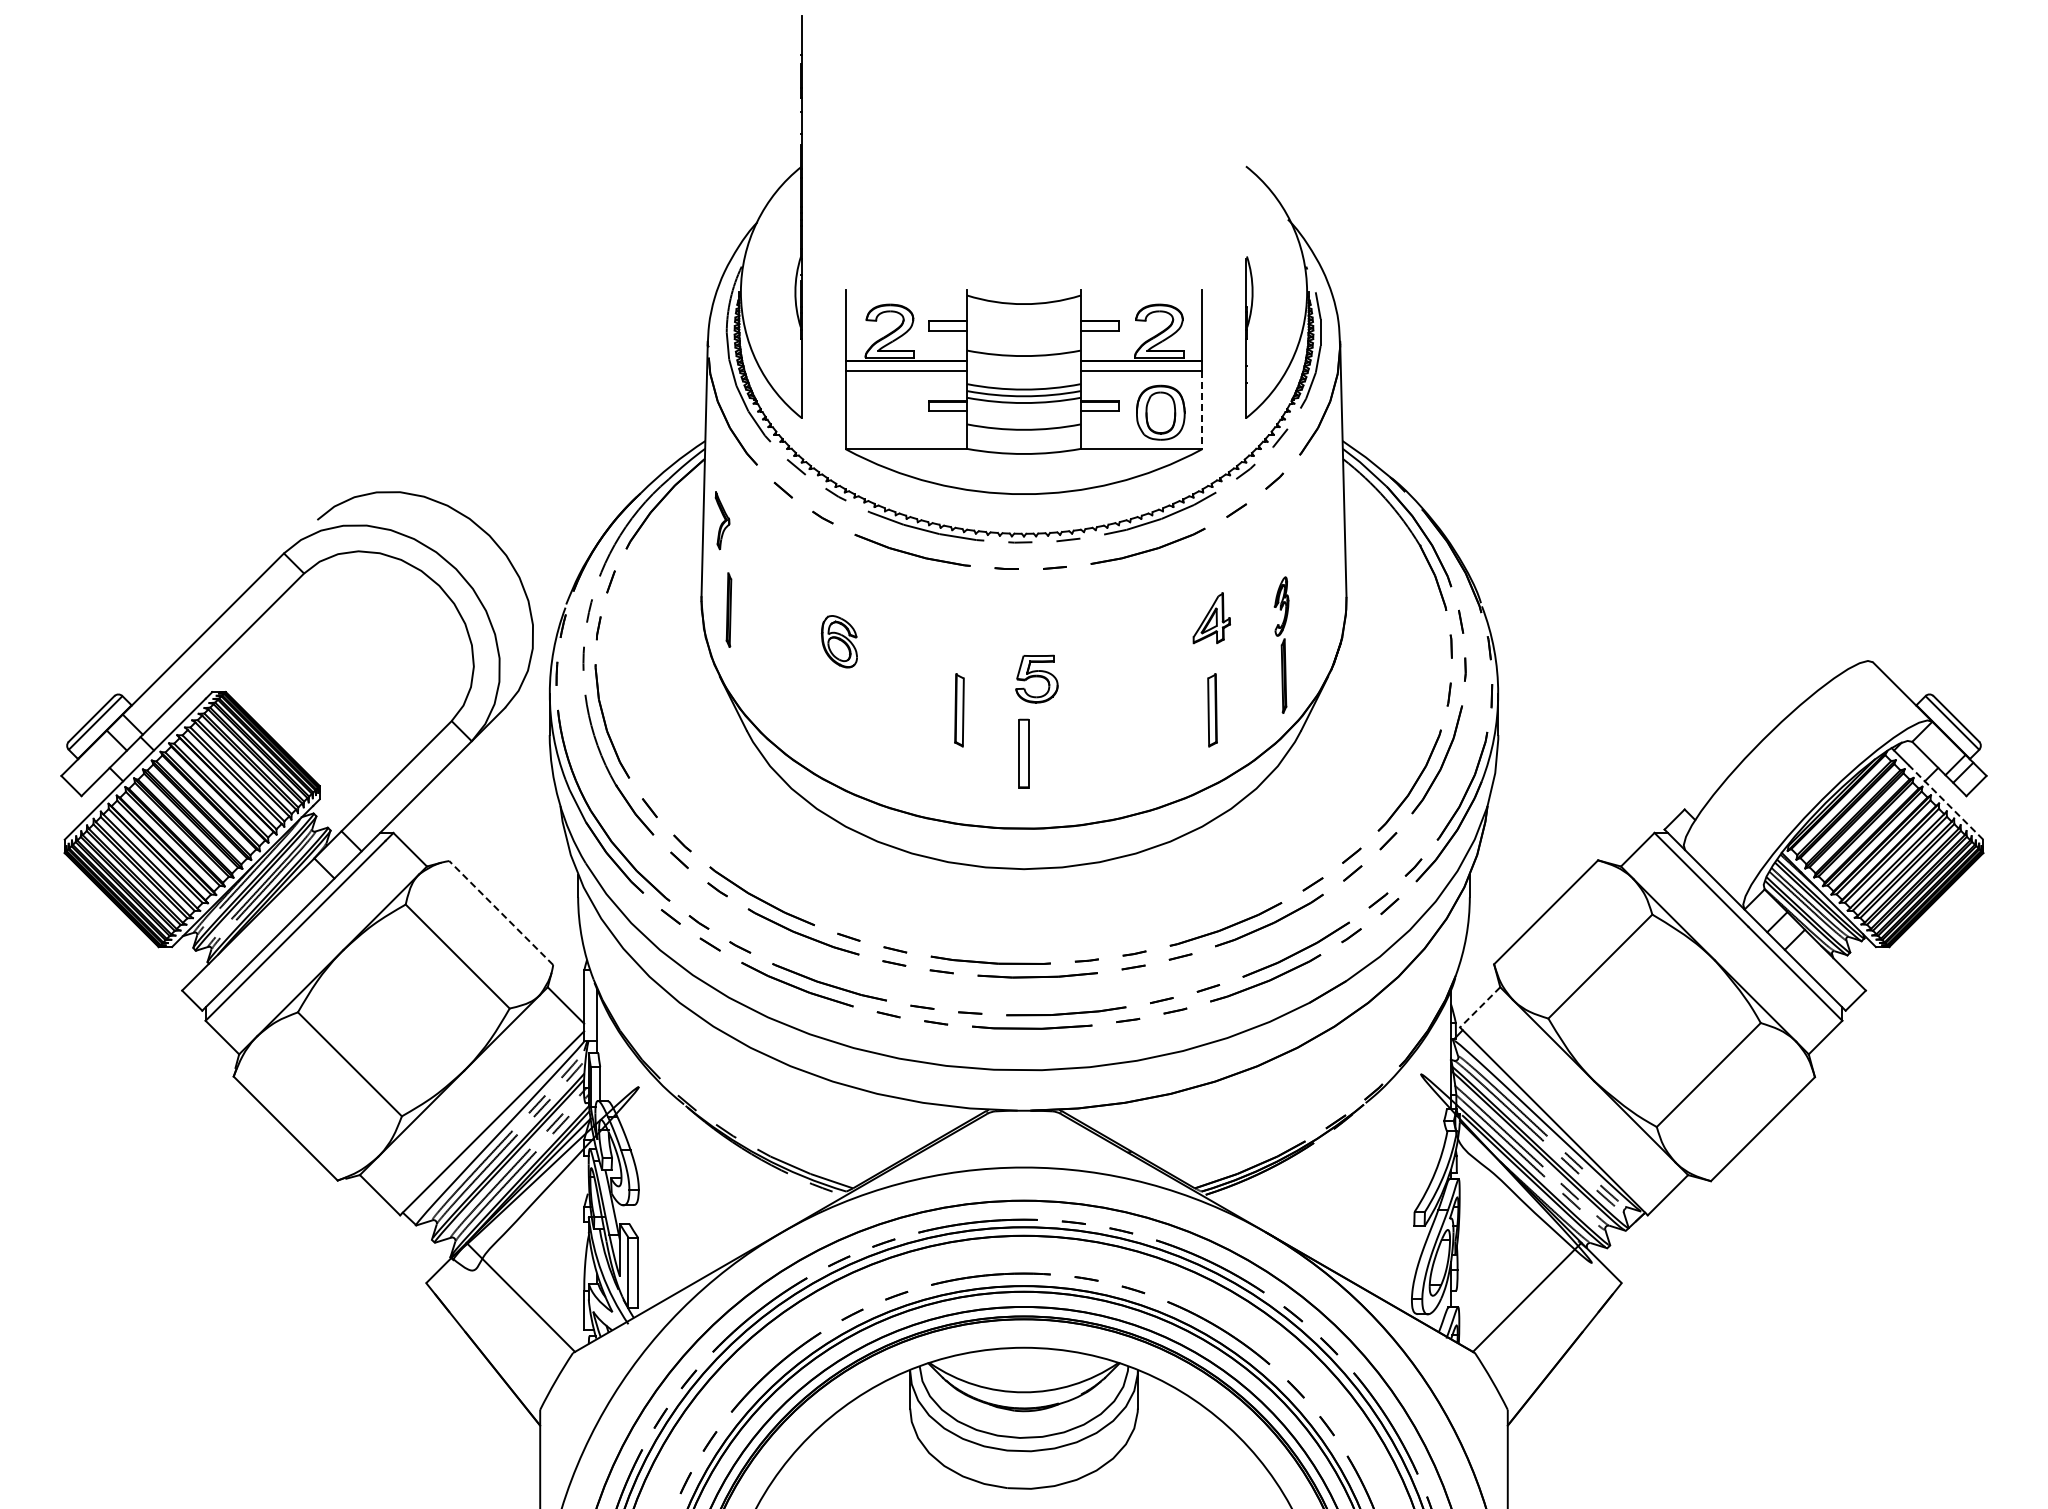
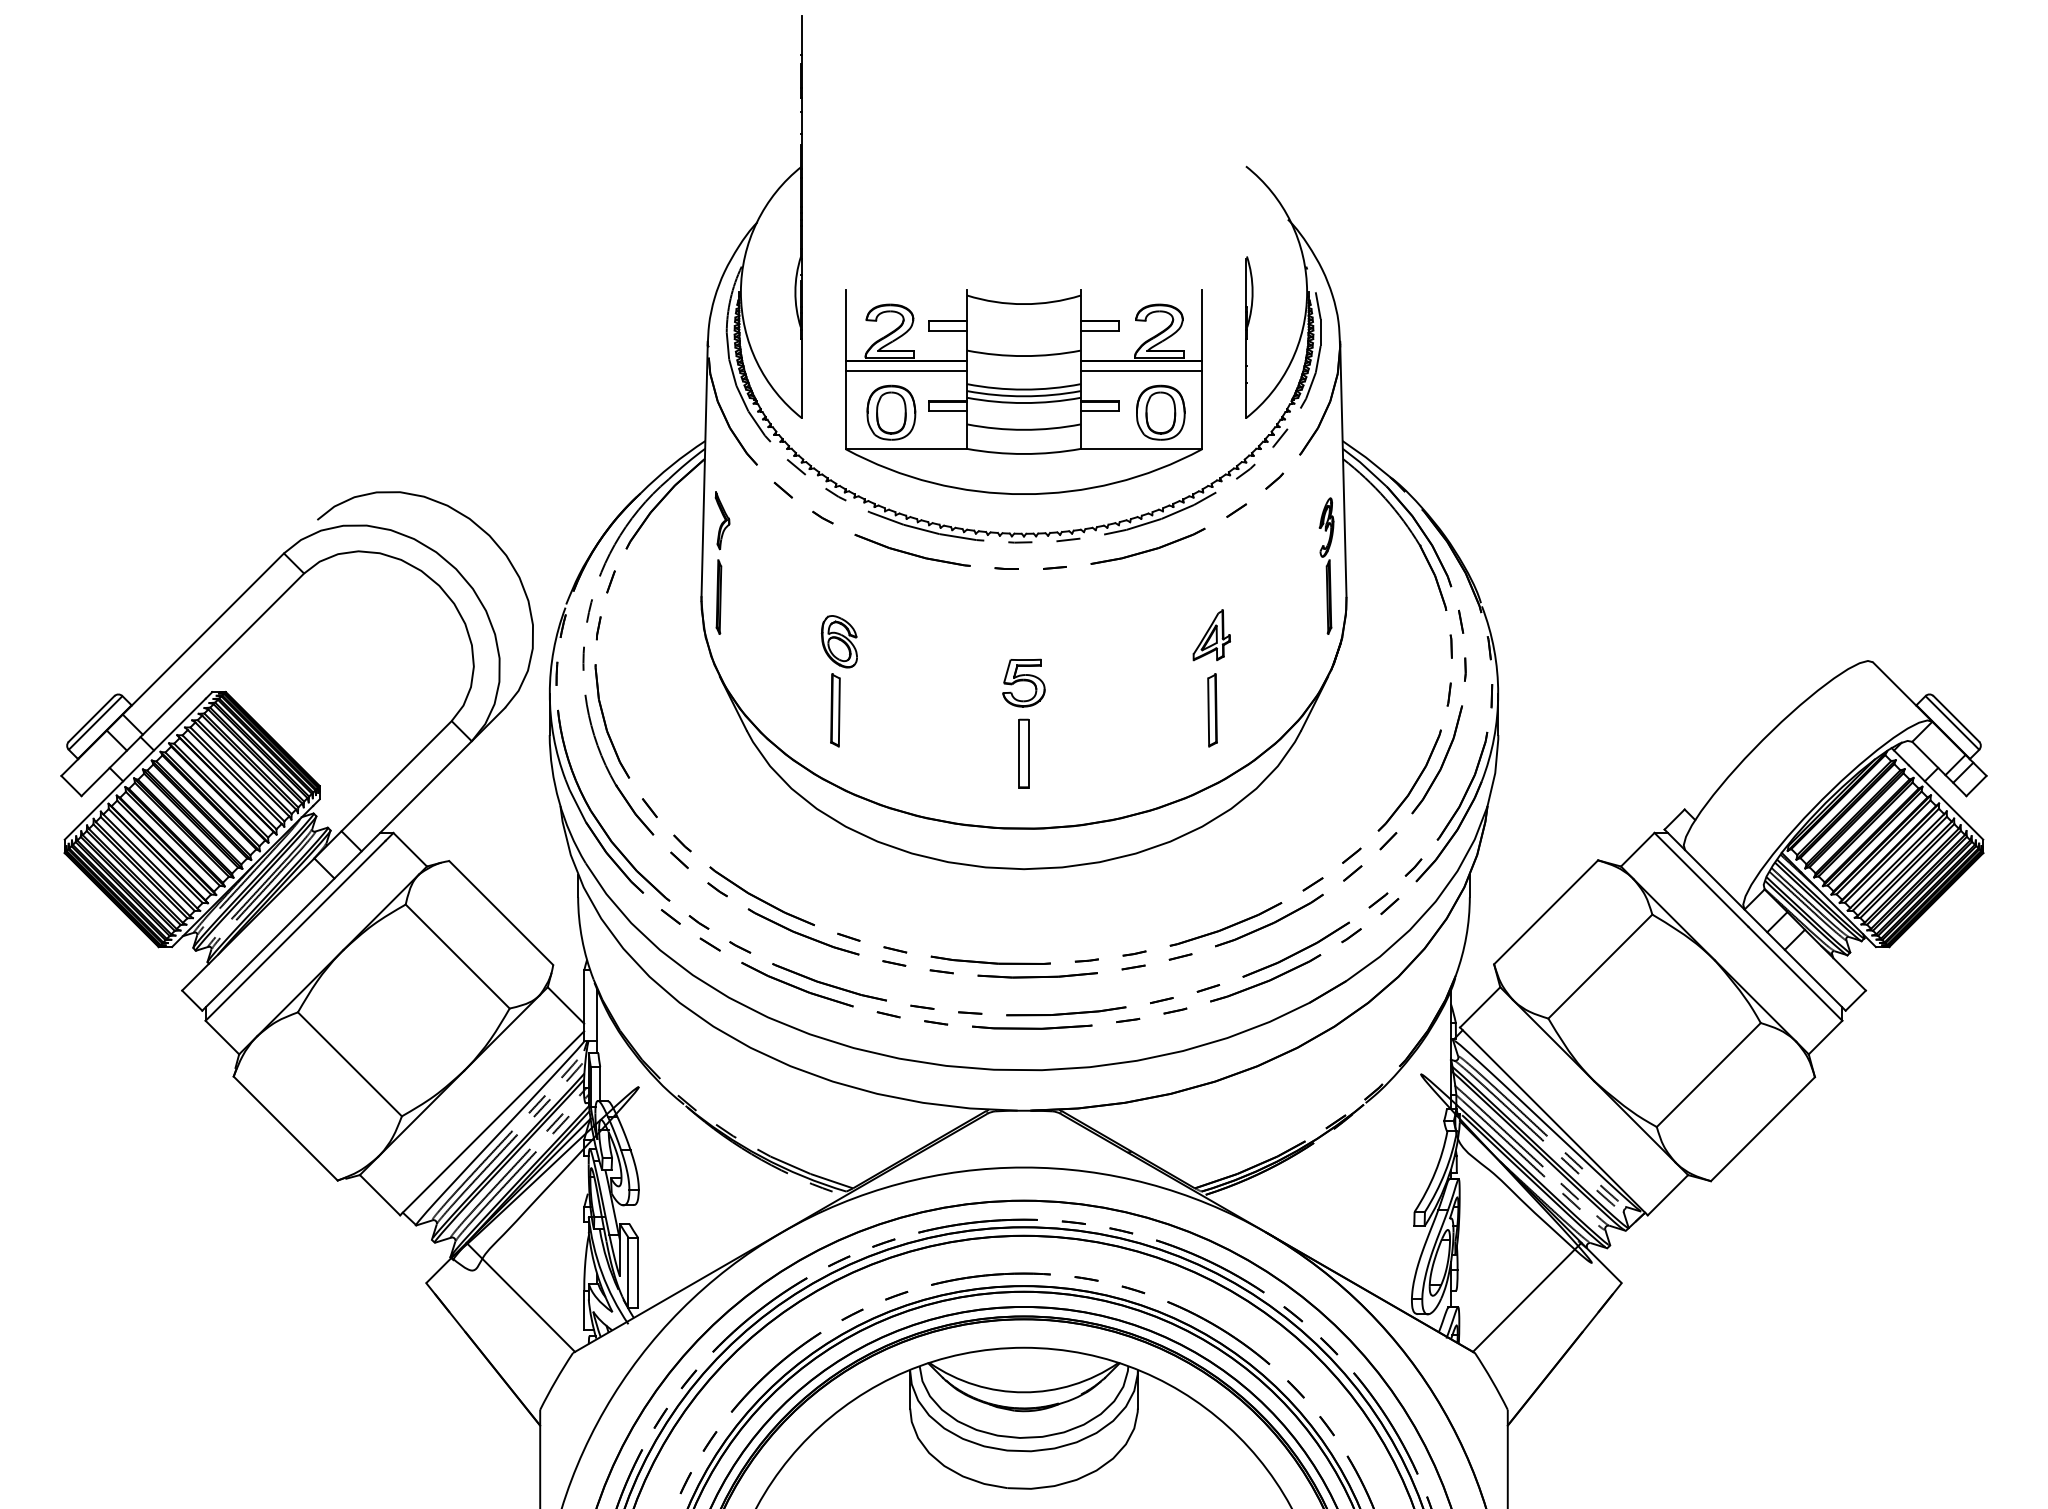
line at (1202, 410): dashed -> solid
part at (891, 412): none -> present
part at (728, 609) position: (728, 609) -> (718, 596)
part at (1211, 618) position: (1211, 618) -> (1211, 635)
part at (1281, 644) position: (1281, 644) -> (1326, 565)
part at (1036, 678) position: (1036, 678) -> (1023, 682)
part at (959, 710) position: (959, 710) -> (835, 710)
line at (1946, 802): dashed -> solid
line at (501, 913): dashed -> solid
line at (1479, 1007): dashed -> solid
